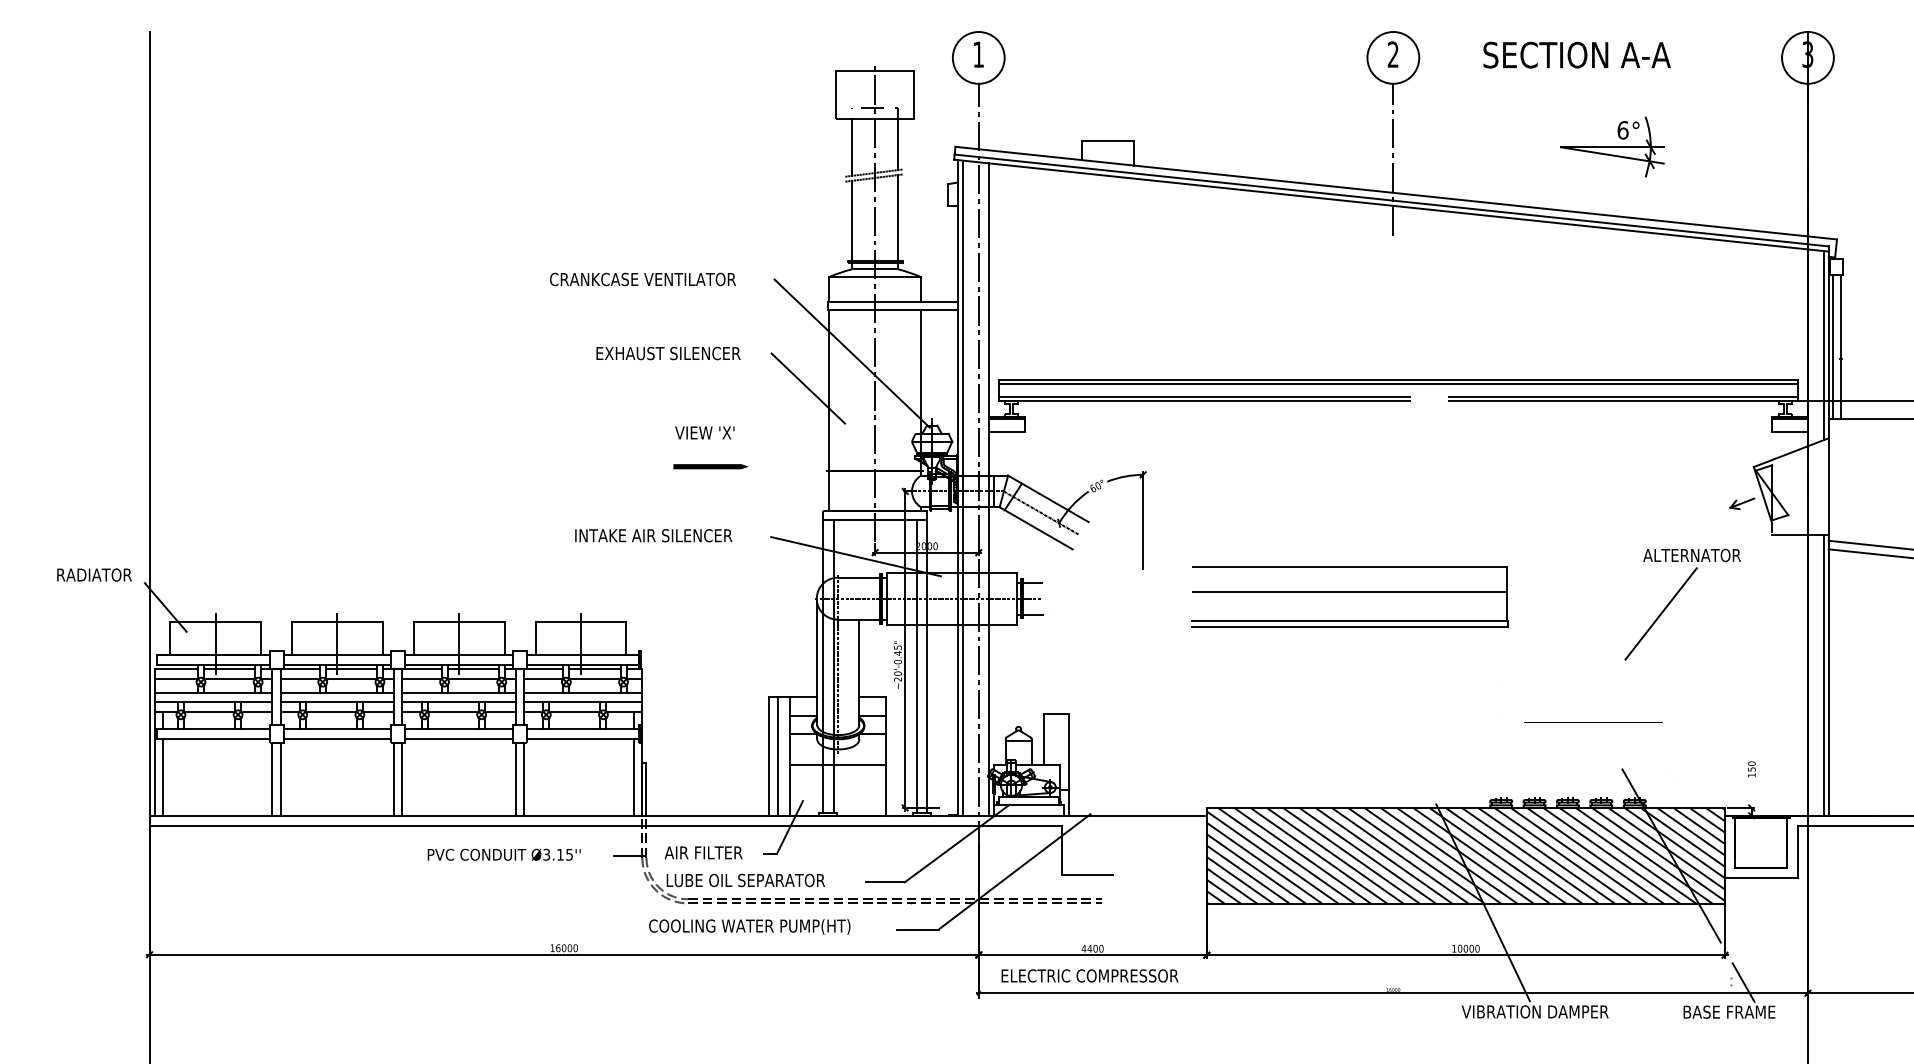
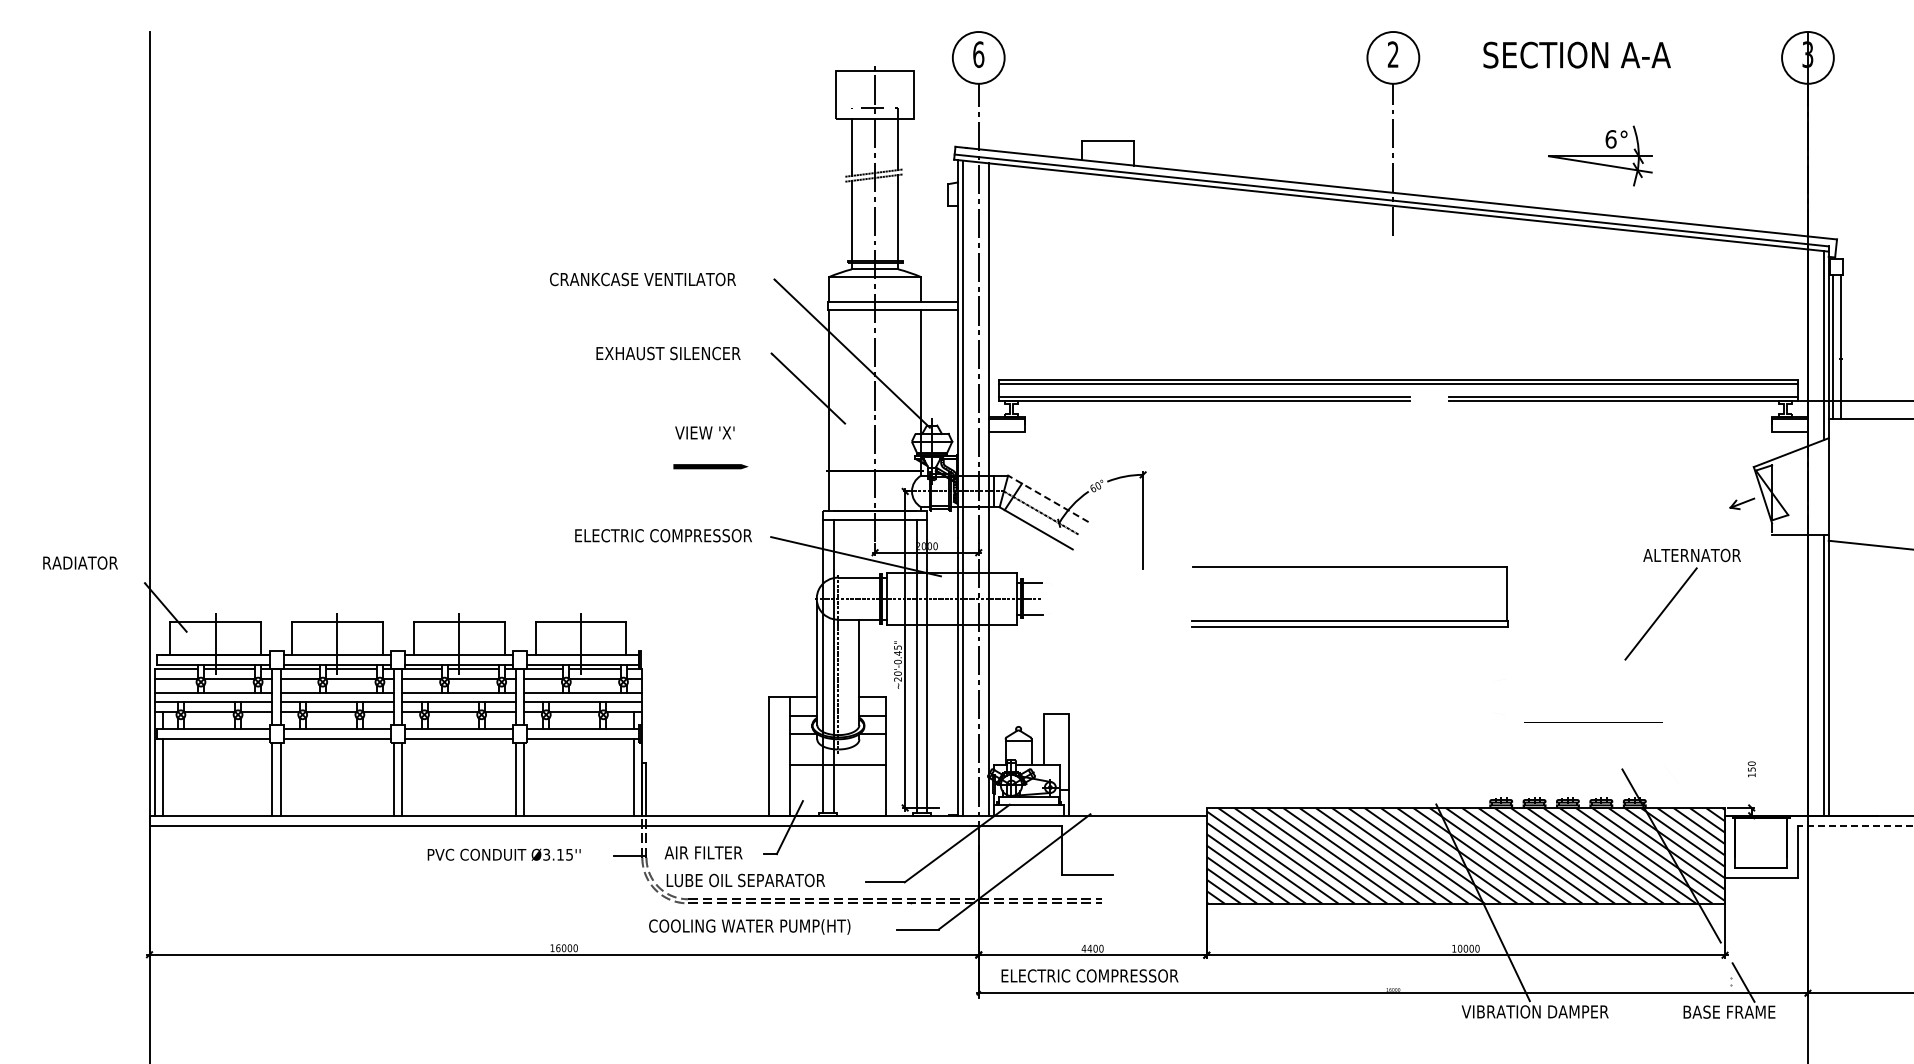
text at (978, 54): 1 -> 6
part at (1612, 146) position: (1612, 146) -> (1600, 155)
line at (1047, 498): solid -> dashed
text at (663, 535): INTAKE AIR SILENCER -> ELECTRIC COMPRESSOR
line at (1869, 553): present -> none
text at (94, 574) position: (94, 574) -> (80, 562)
line at (1350, 592): present -> none
line at (778, 756): present -> none
line at (1855, 826): solid -> dashed
